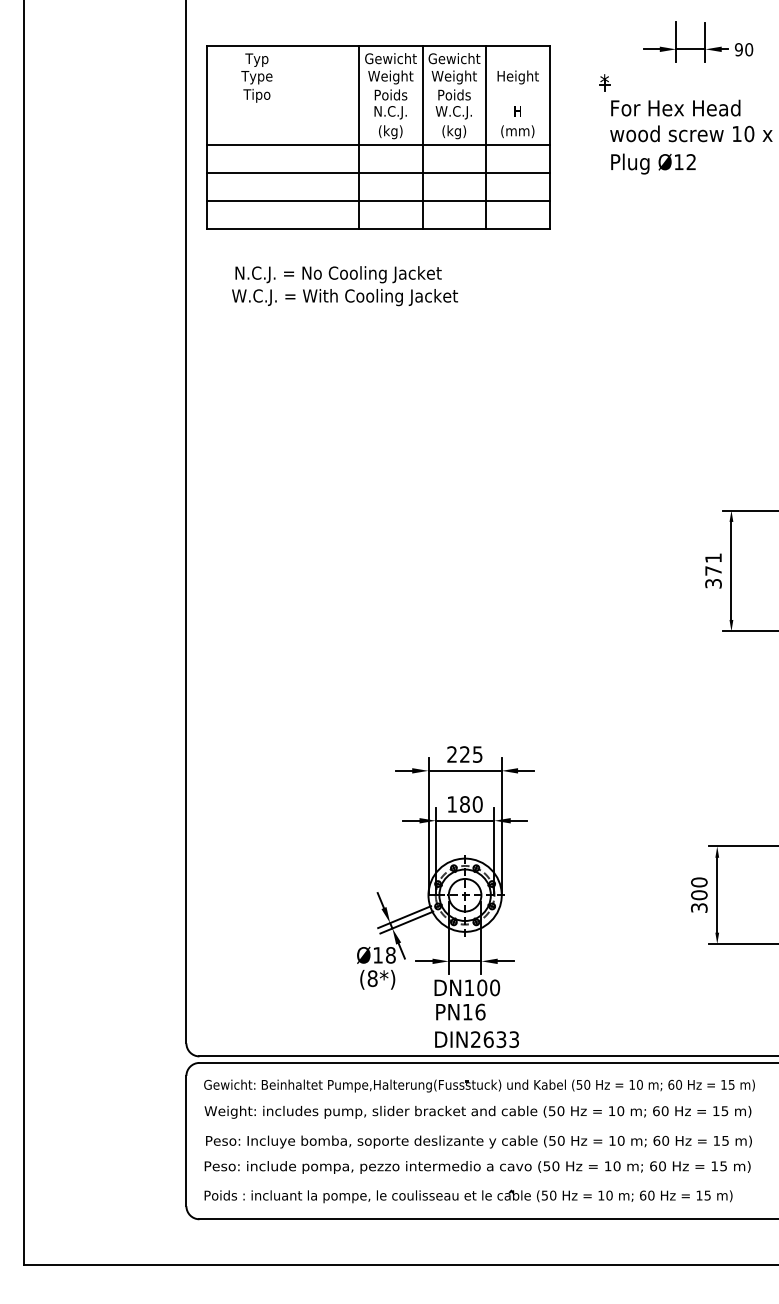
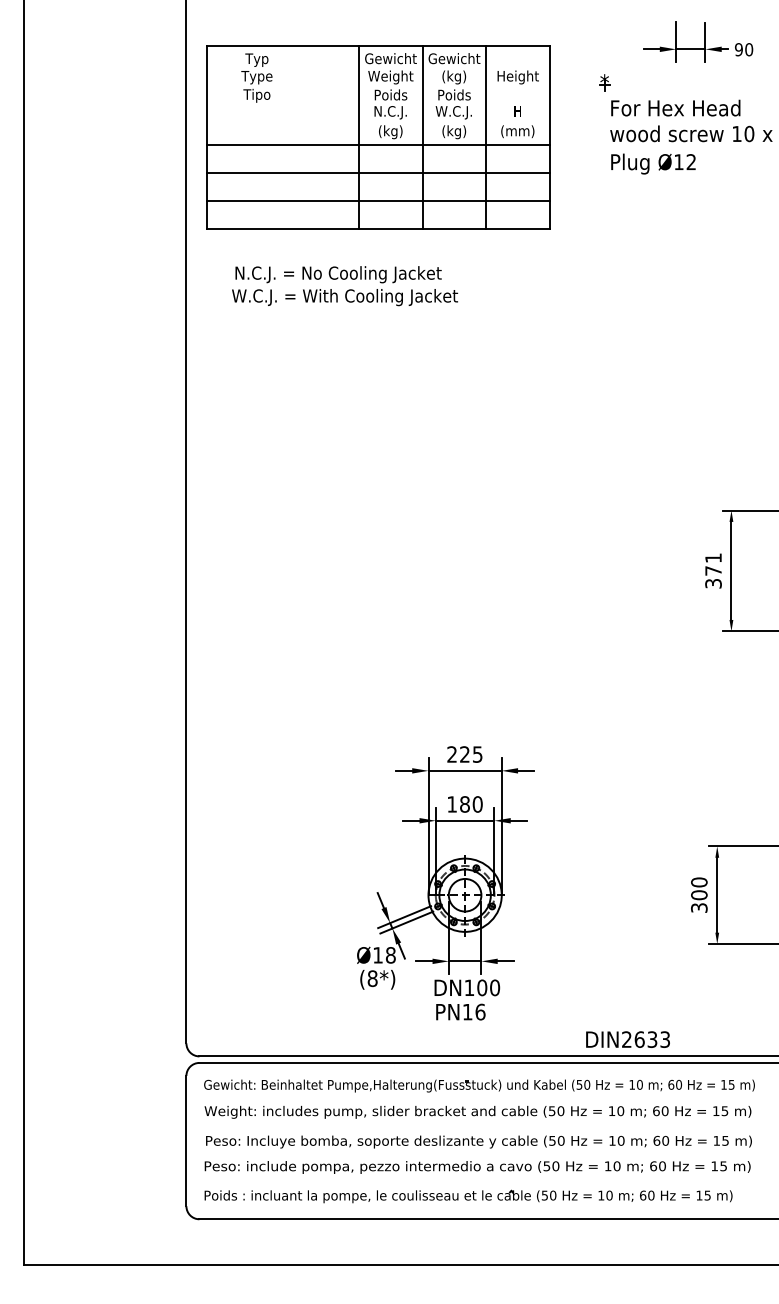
text at (453, 77): Weight -> (kg)
text at (476, 1039) position: (476, 1039) -> (627, 1039)
